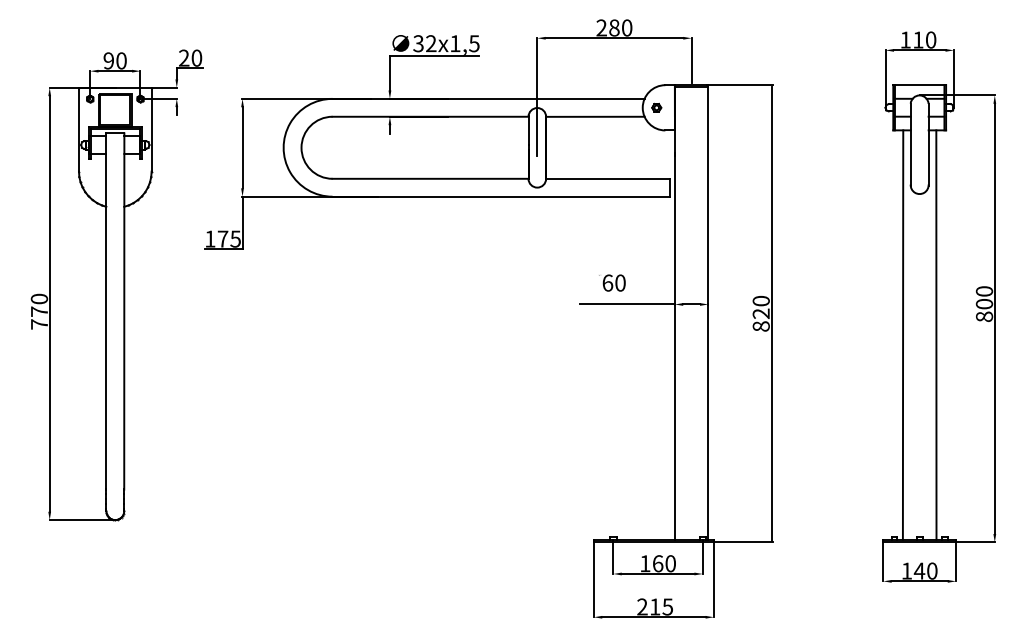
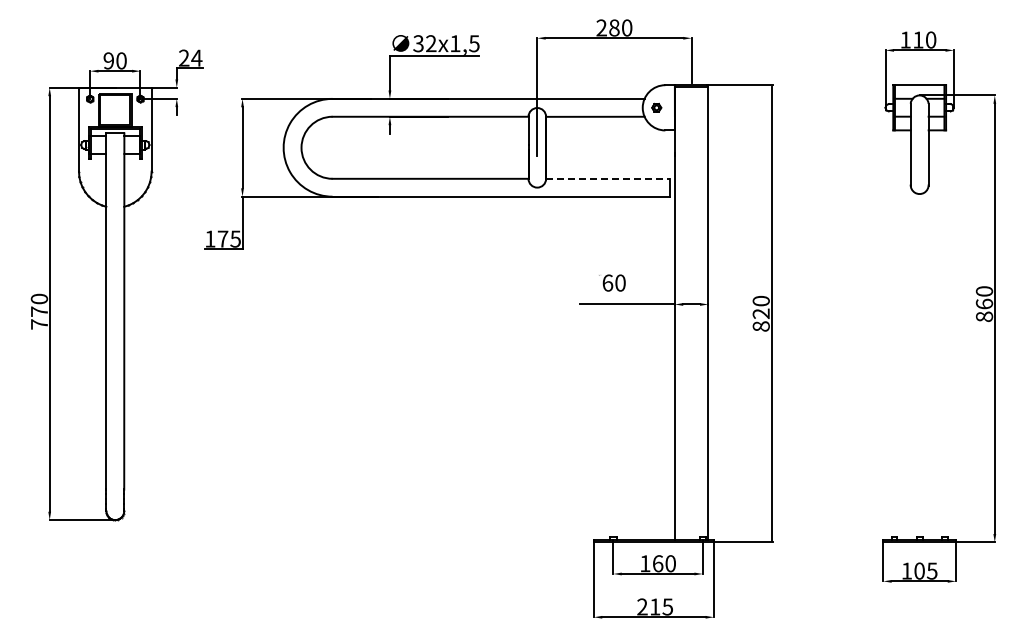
text at (196, 57): 20 -> 24
line at (607, 178): solid -> dashed
text at (983, 303): 800 -> 860
line at (902, 334): present -> none
line at (936, 334): present -> none
text at (925, 570): 140 -> 105
